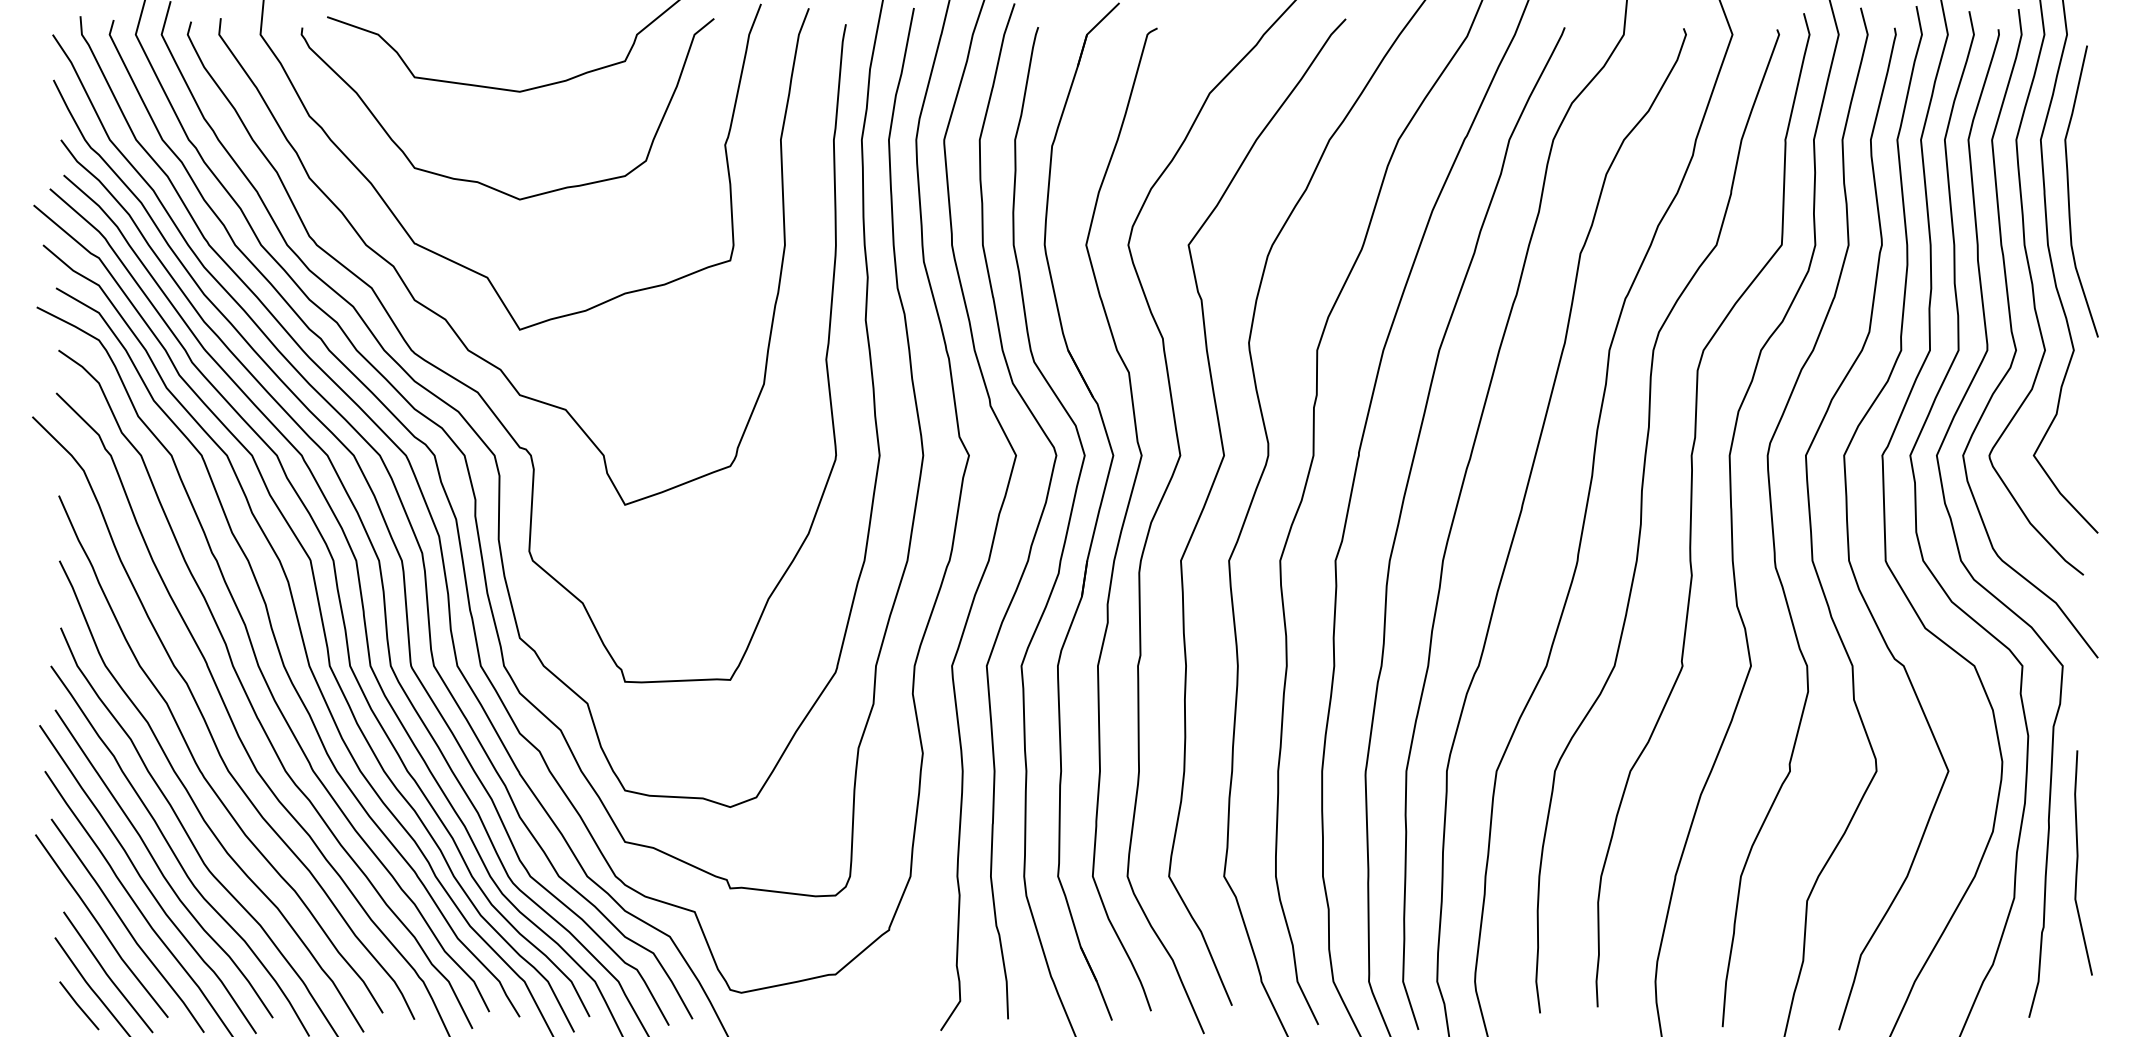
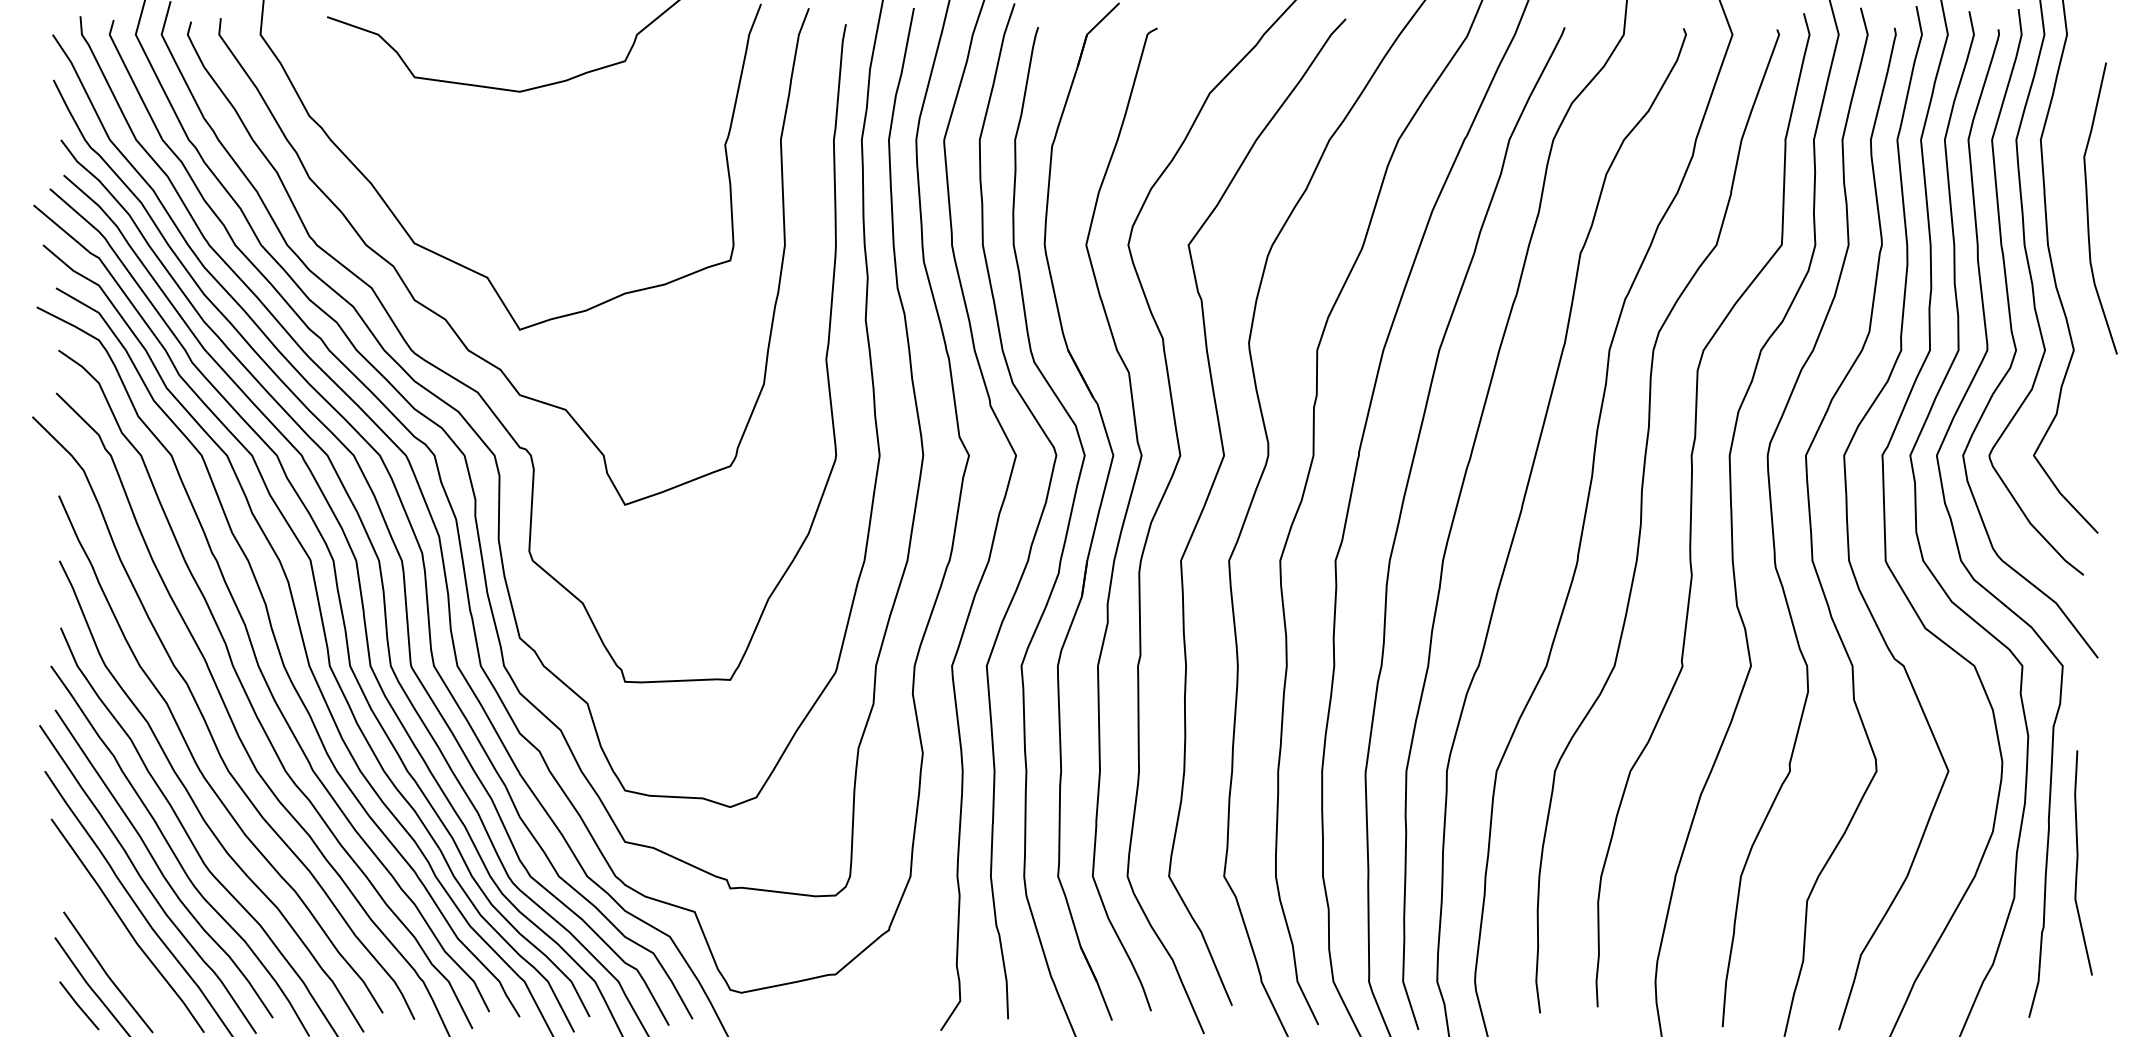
curve at (481, 182): present -> none
curve at (2069, 191) position: (2069, 191) -> (2088, 208)
curve at (100, 925): present -> none
